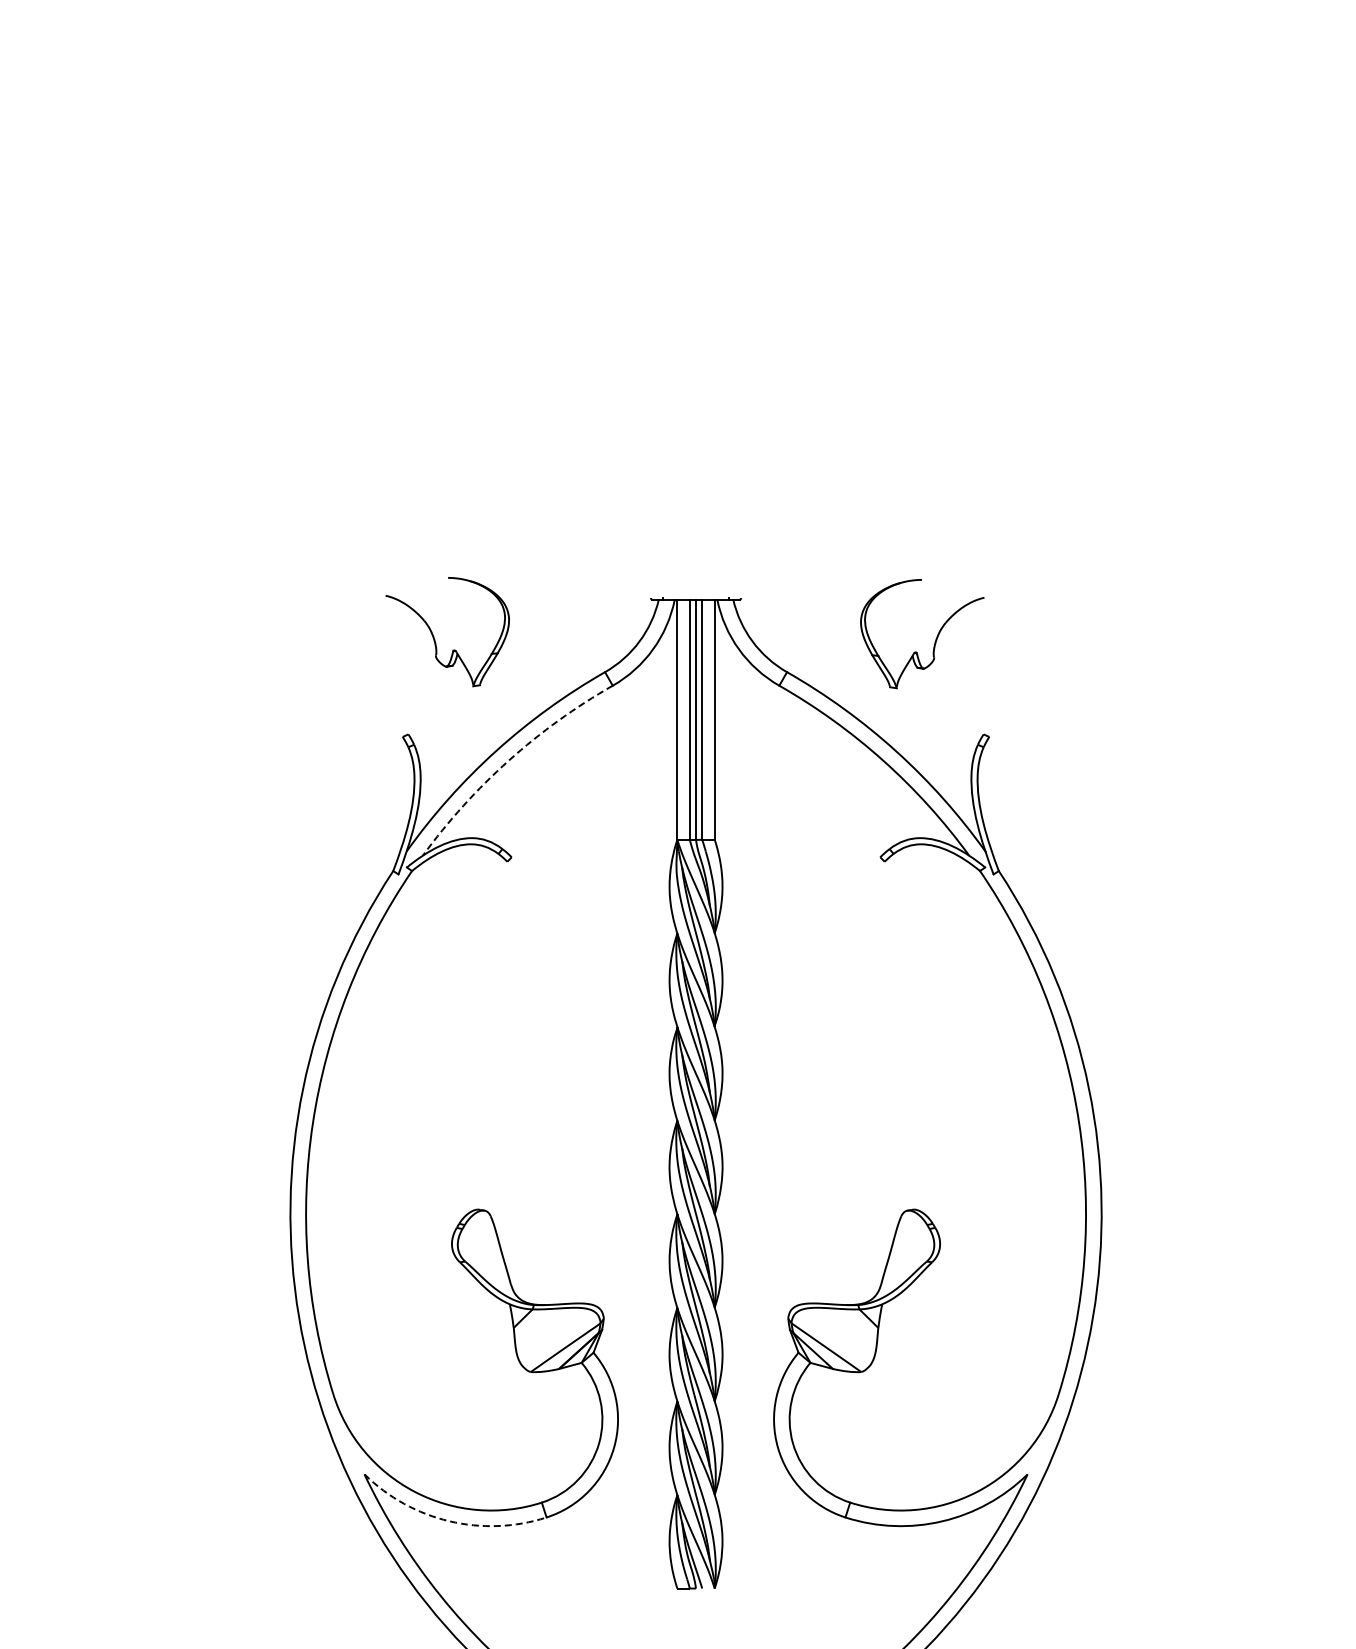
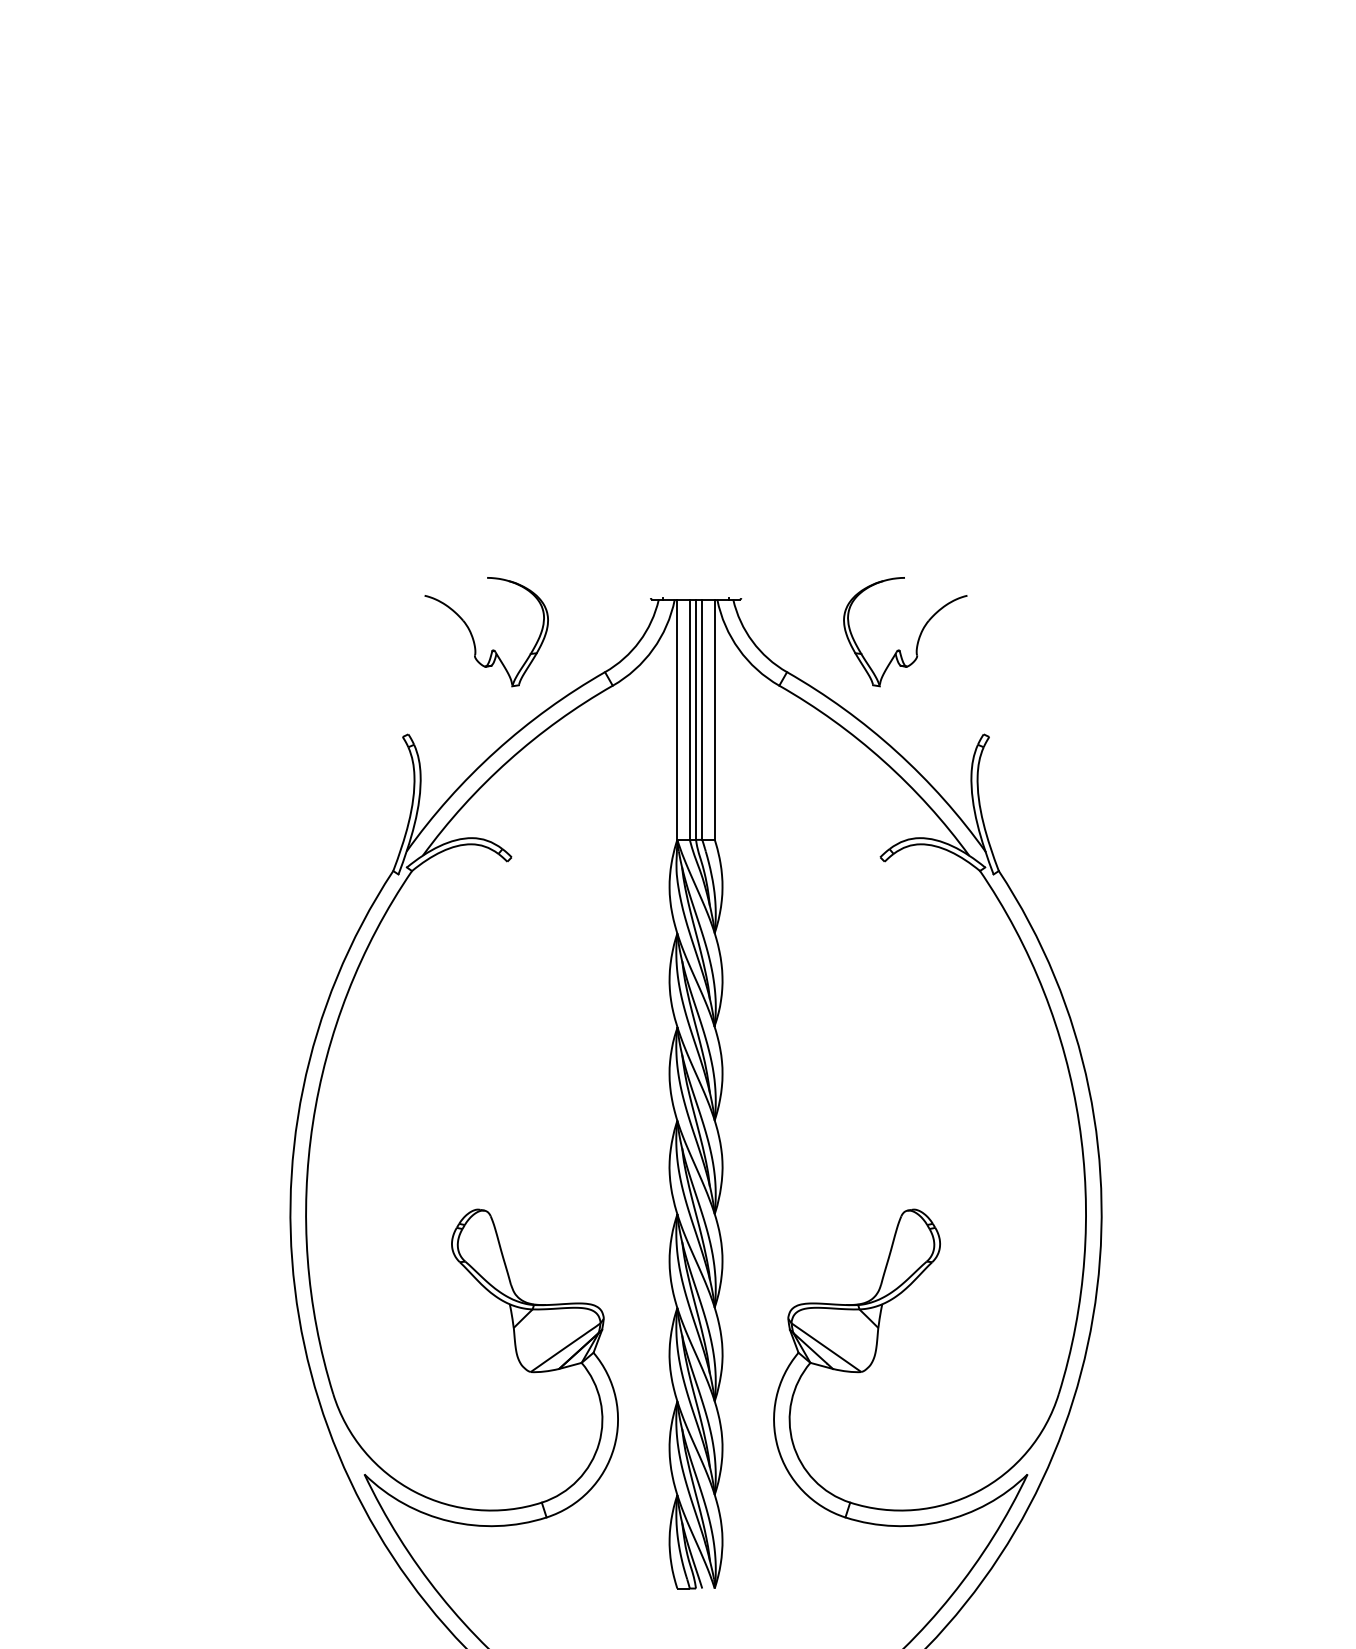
part at (434, 636) position: (434, 636) -> (473, 636)
part at (935, 638) position: (935, 638) -> (918, 636)
arc at (508, 760): dashed -> solid
arc at (449, 1521): dashed -> solid
